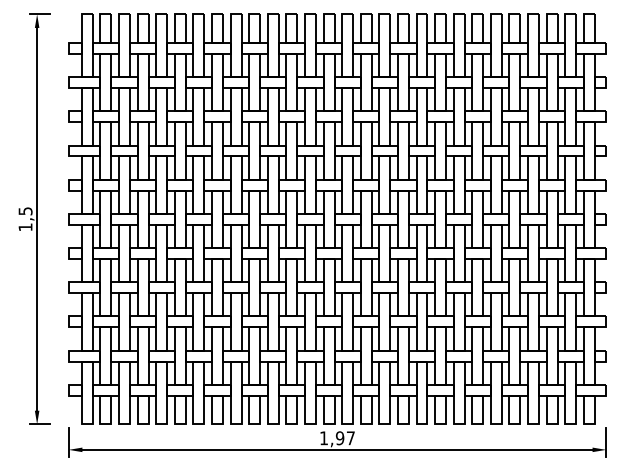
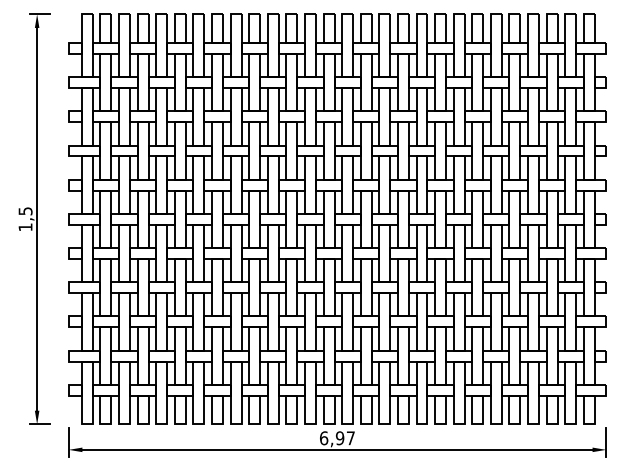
text at (324, 438): 1,97 -> 6,97
